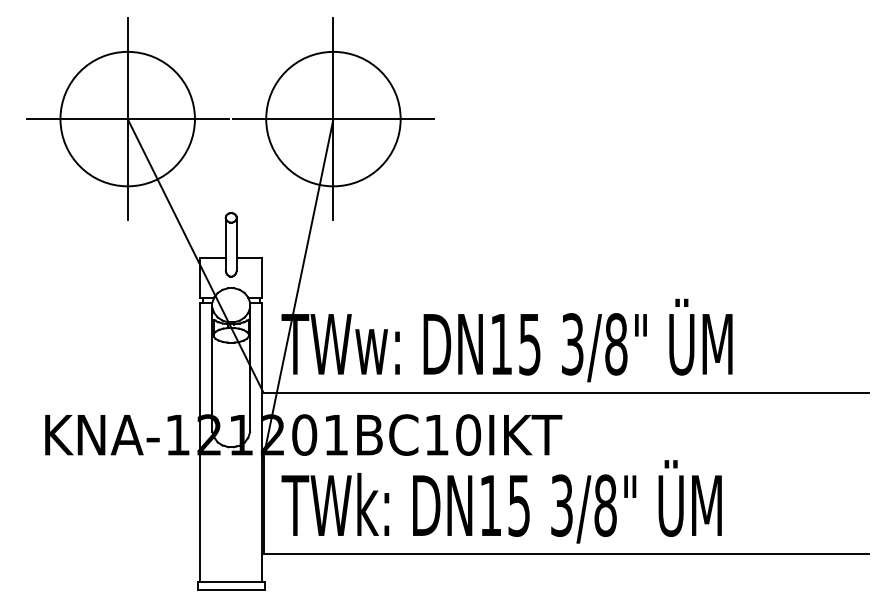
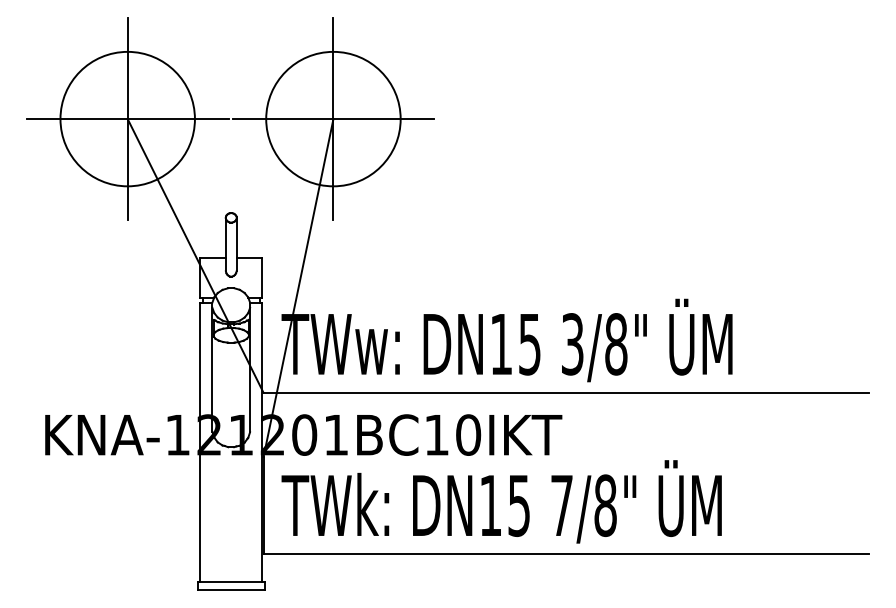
text at (561, 505): 3/8" -> 7/8"
